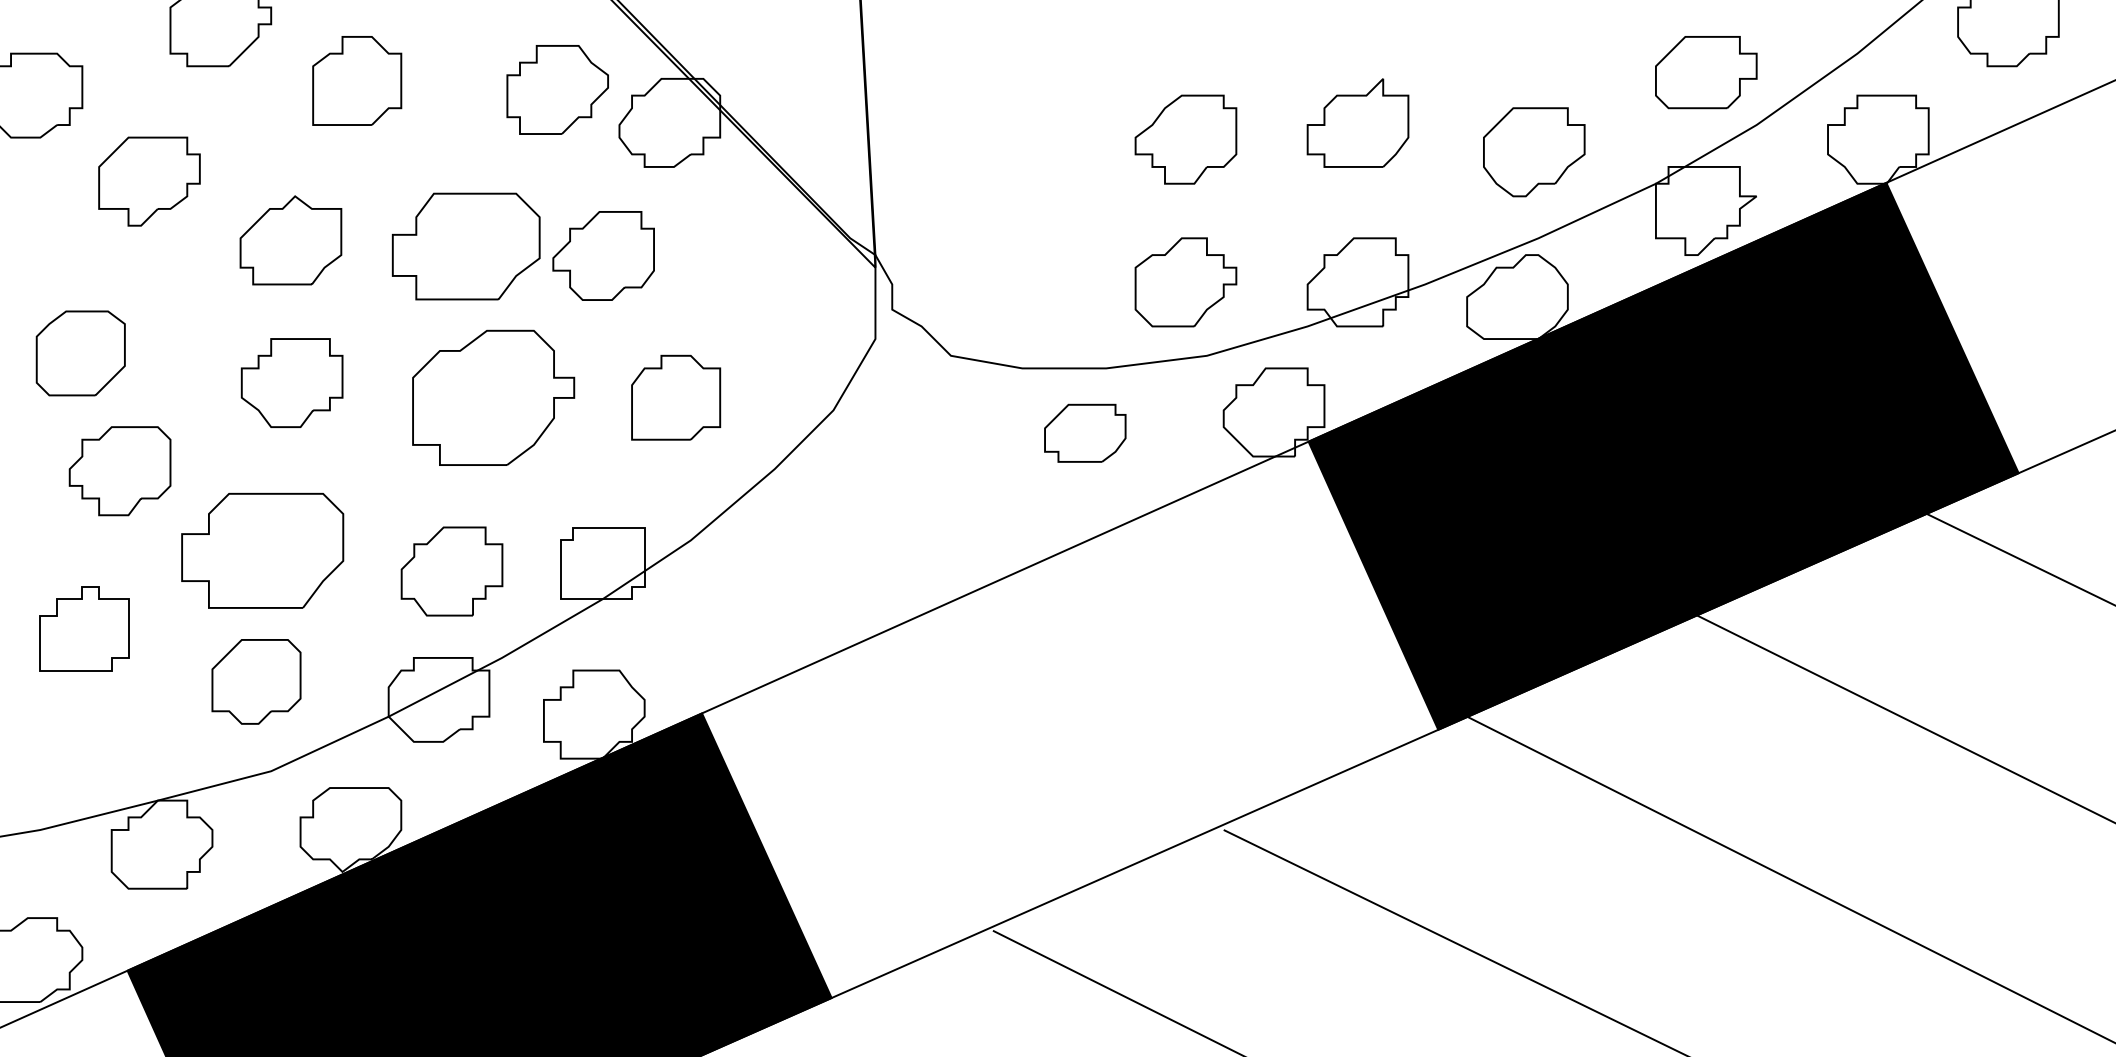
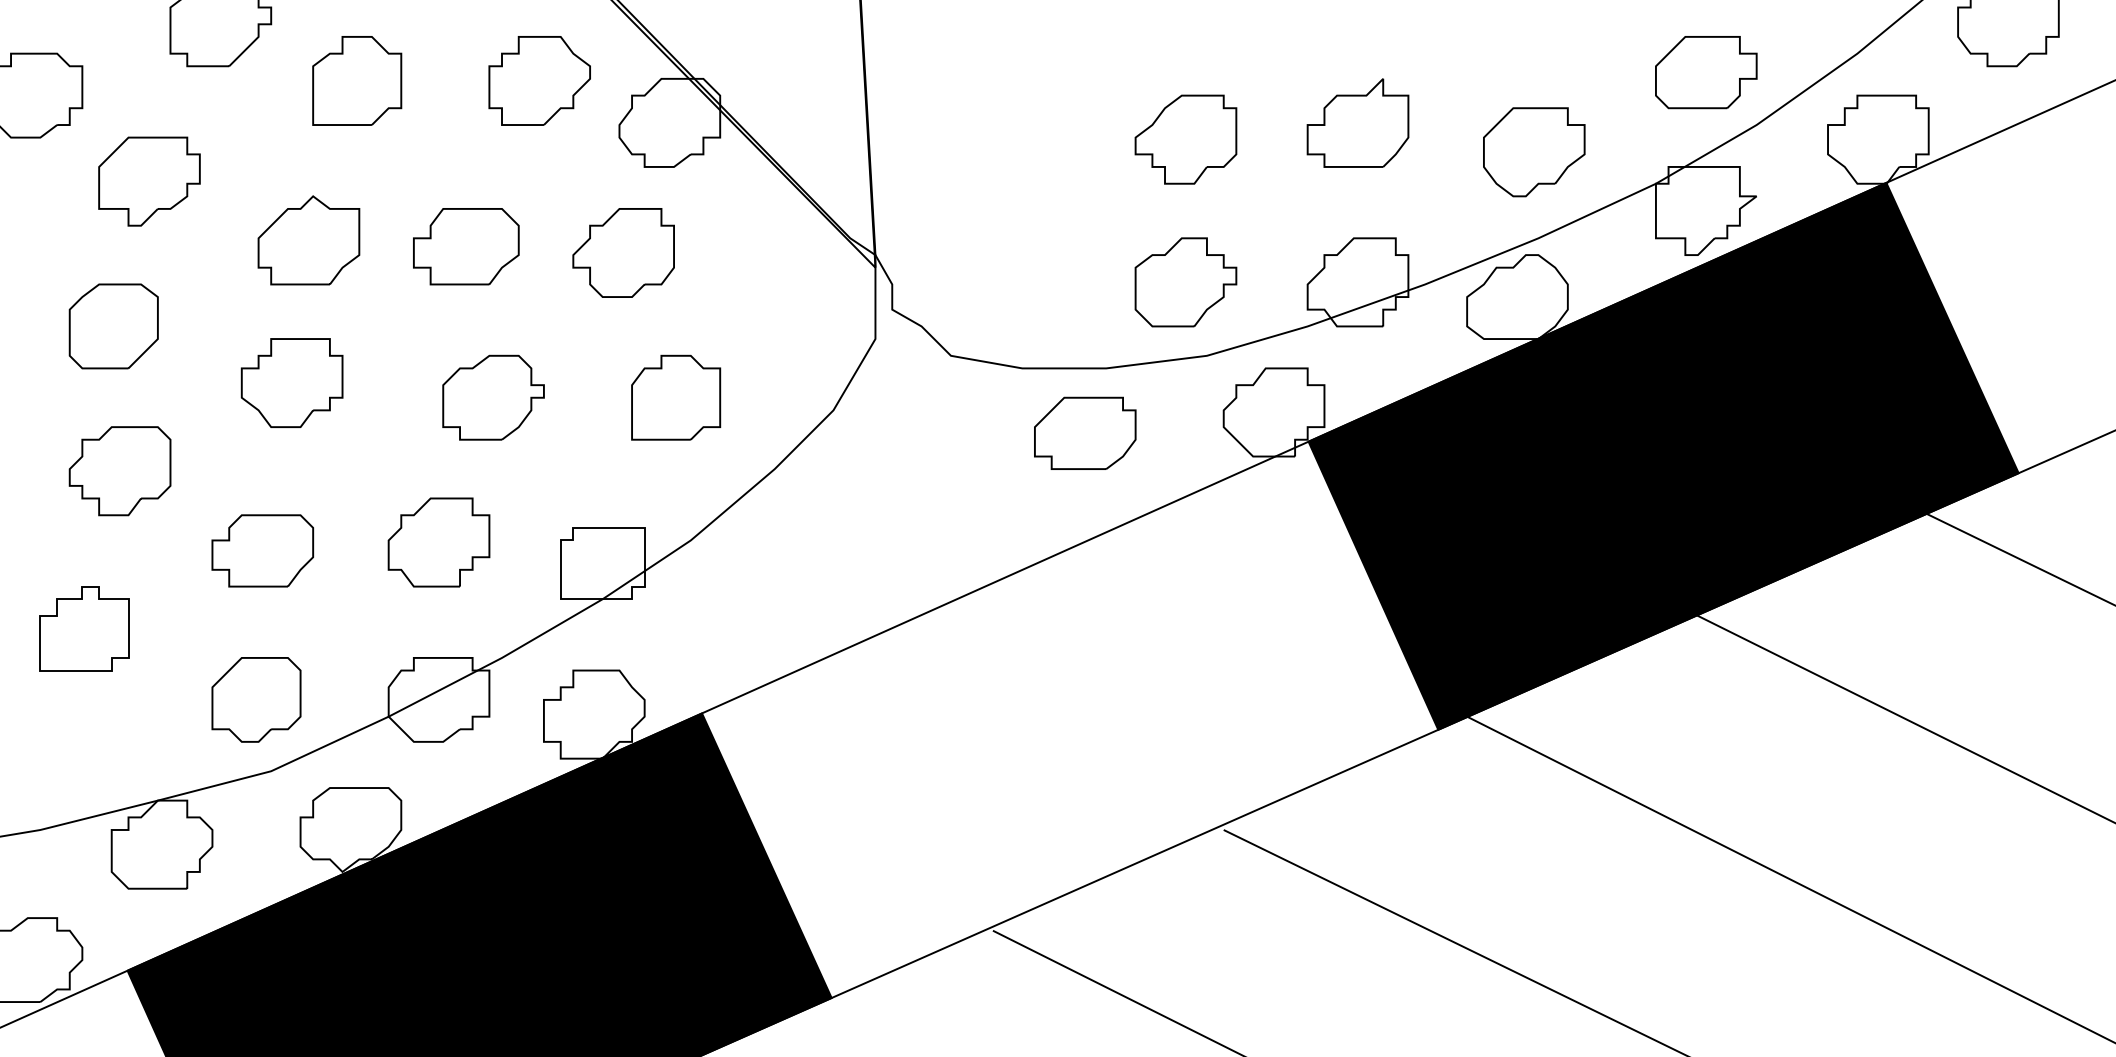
part at (557, 89) position: (557, 89) -> (539, 80)
part at (290, 240) position: (290, 240) -> (308, 240)
part at (465, 246) size: 150x109 px -> 107x78 px
part at (603, 255) position: (603, 255) -> (623, 252)
part at (80, 353) position: (80, 353) -> (113, 326)
part at (493, 397) size: 164x137 px -> 103x87 px
part at (1085, 432) size: 83x60 px -> 103x74 px
part at (262, 550) size: 164x117 px -> 104x74 px
part at (451, 571) position: (451, 571) -> (438, 542)
part at (256, 681) position: (256, 681) -> (256, 699)
